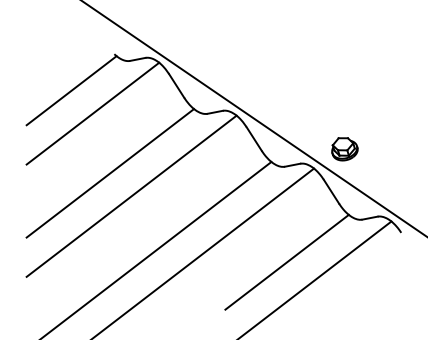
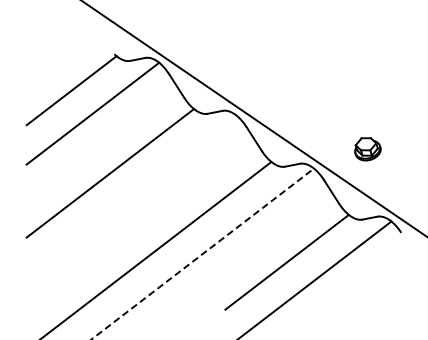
part at (344, 149) position: (344, 149) -> (367, 149)
line at (131, 195): present -> none
line at (203, 253): solid -> dashed
